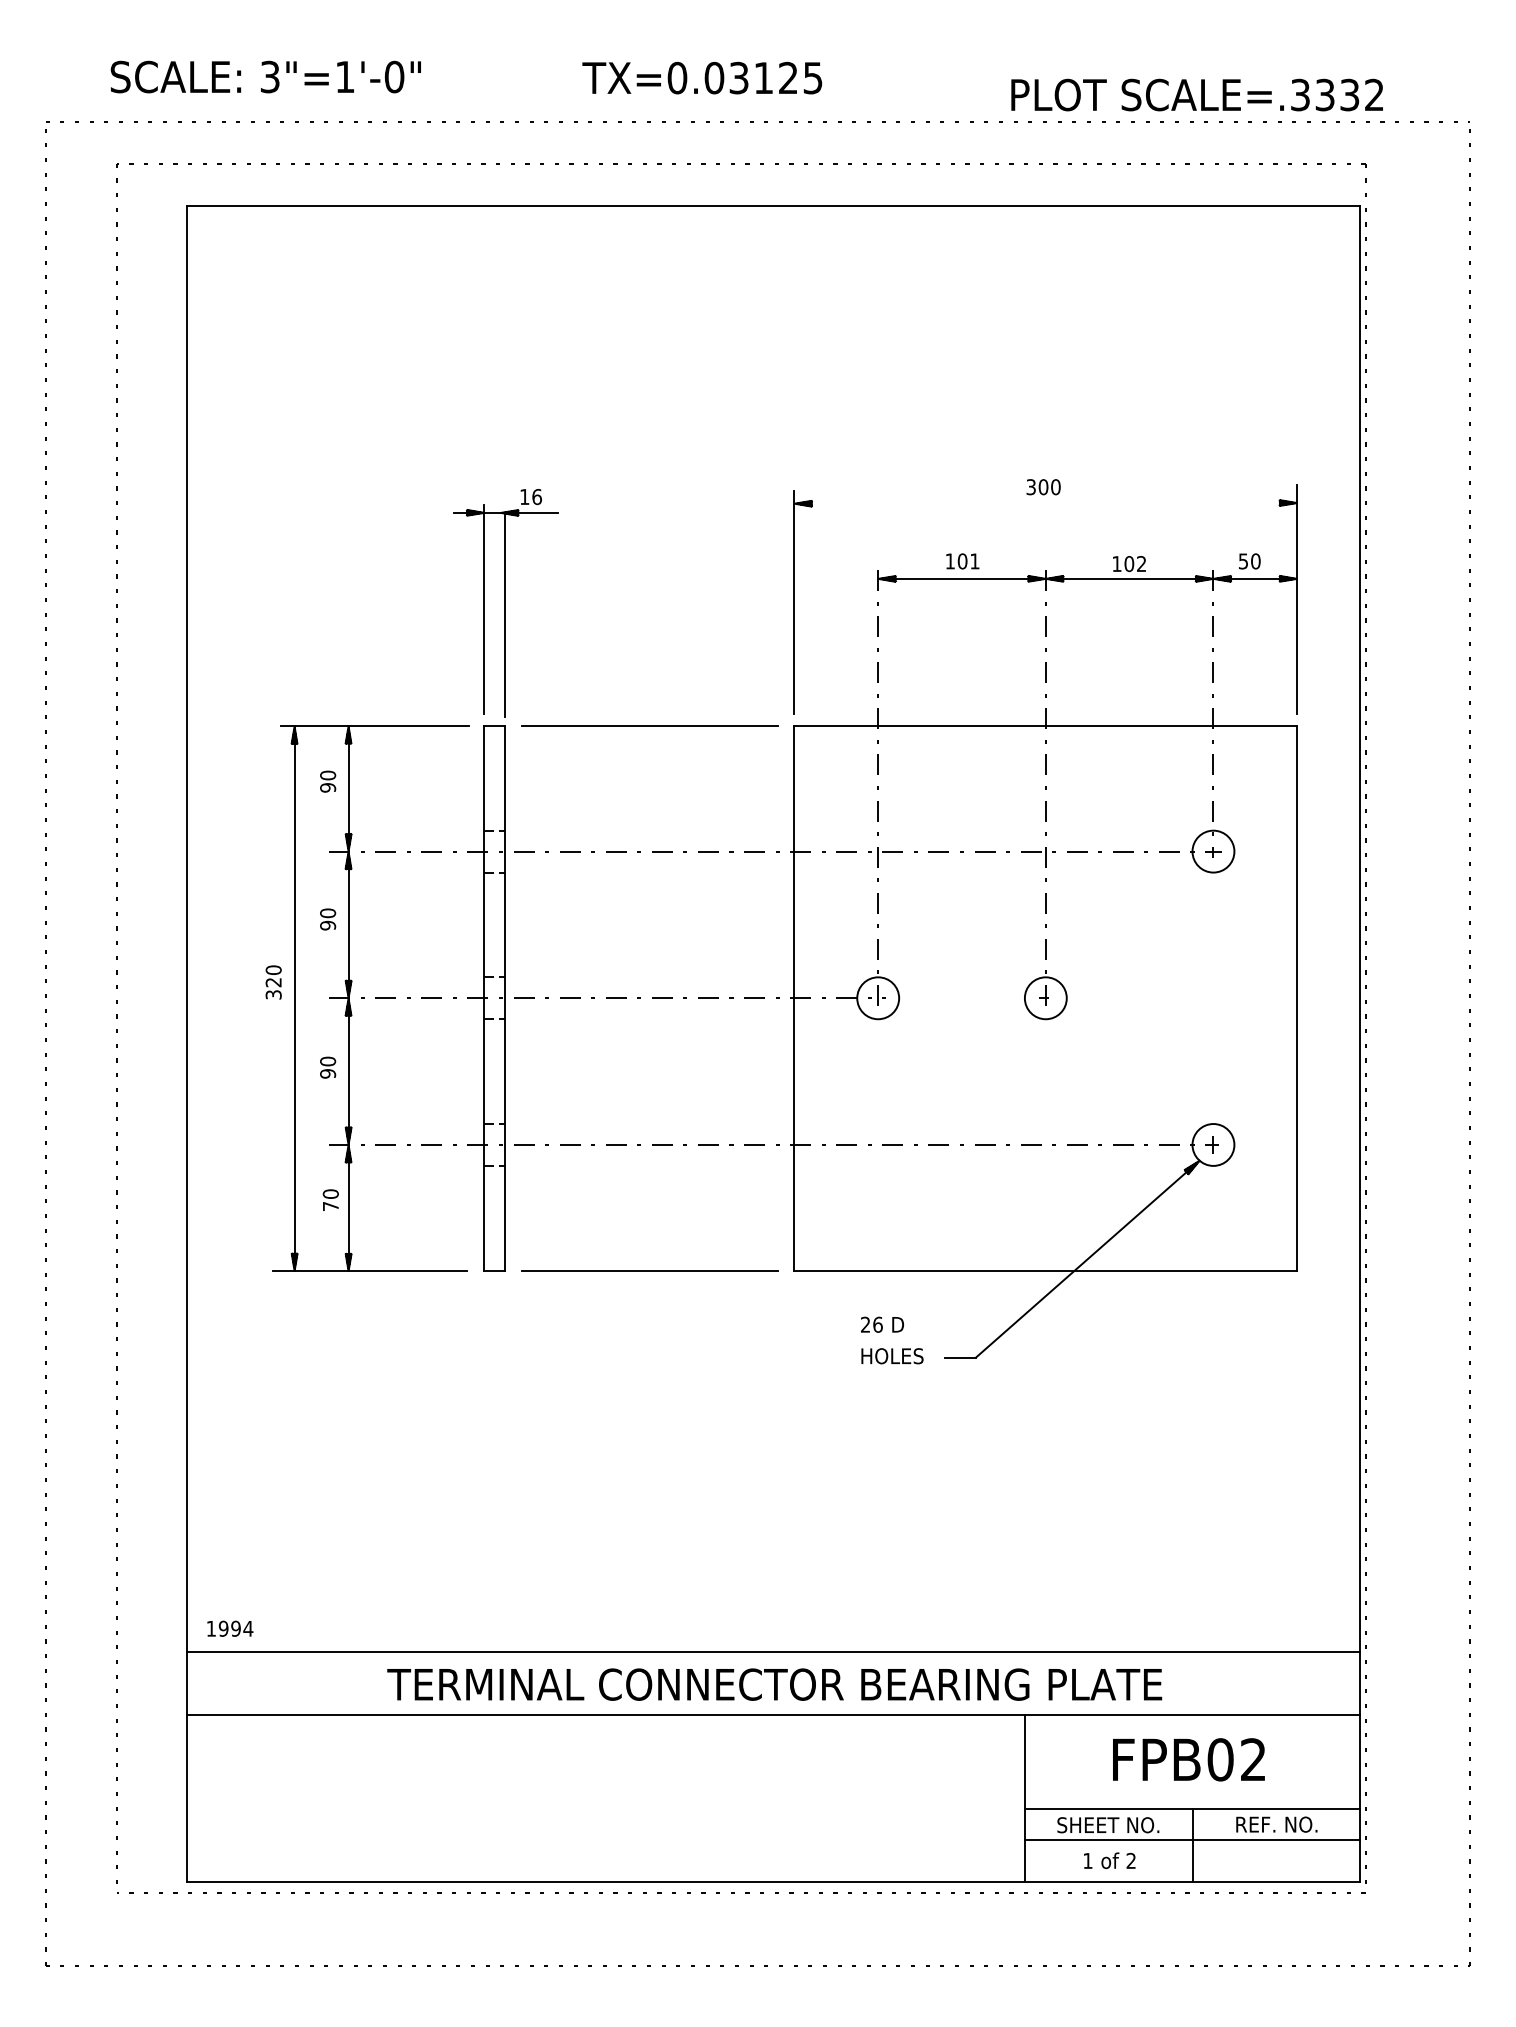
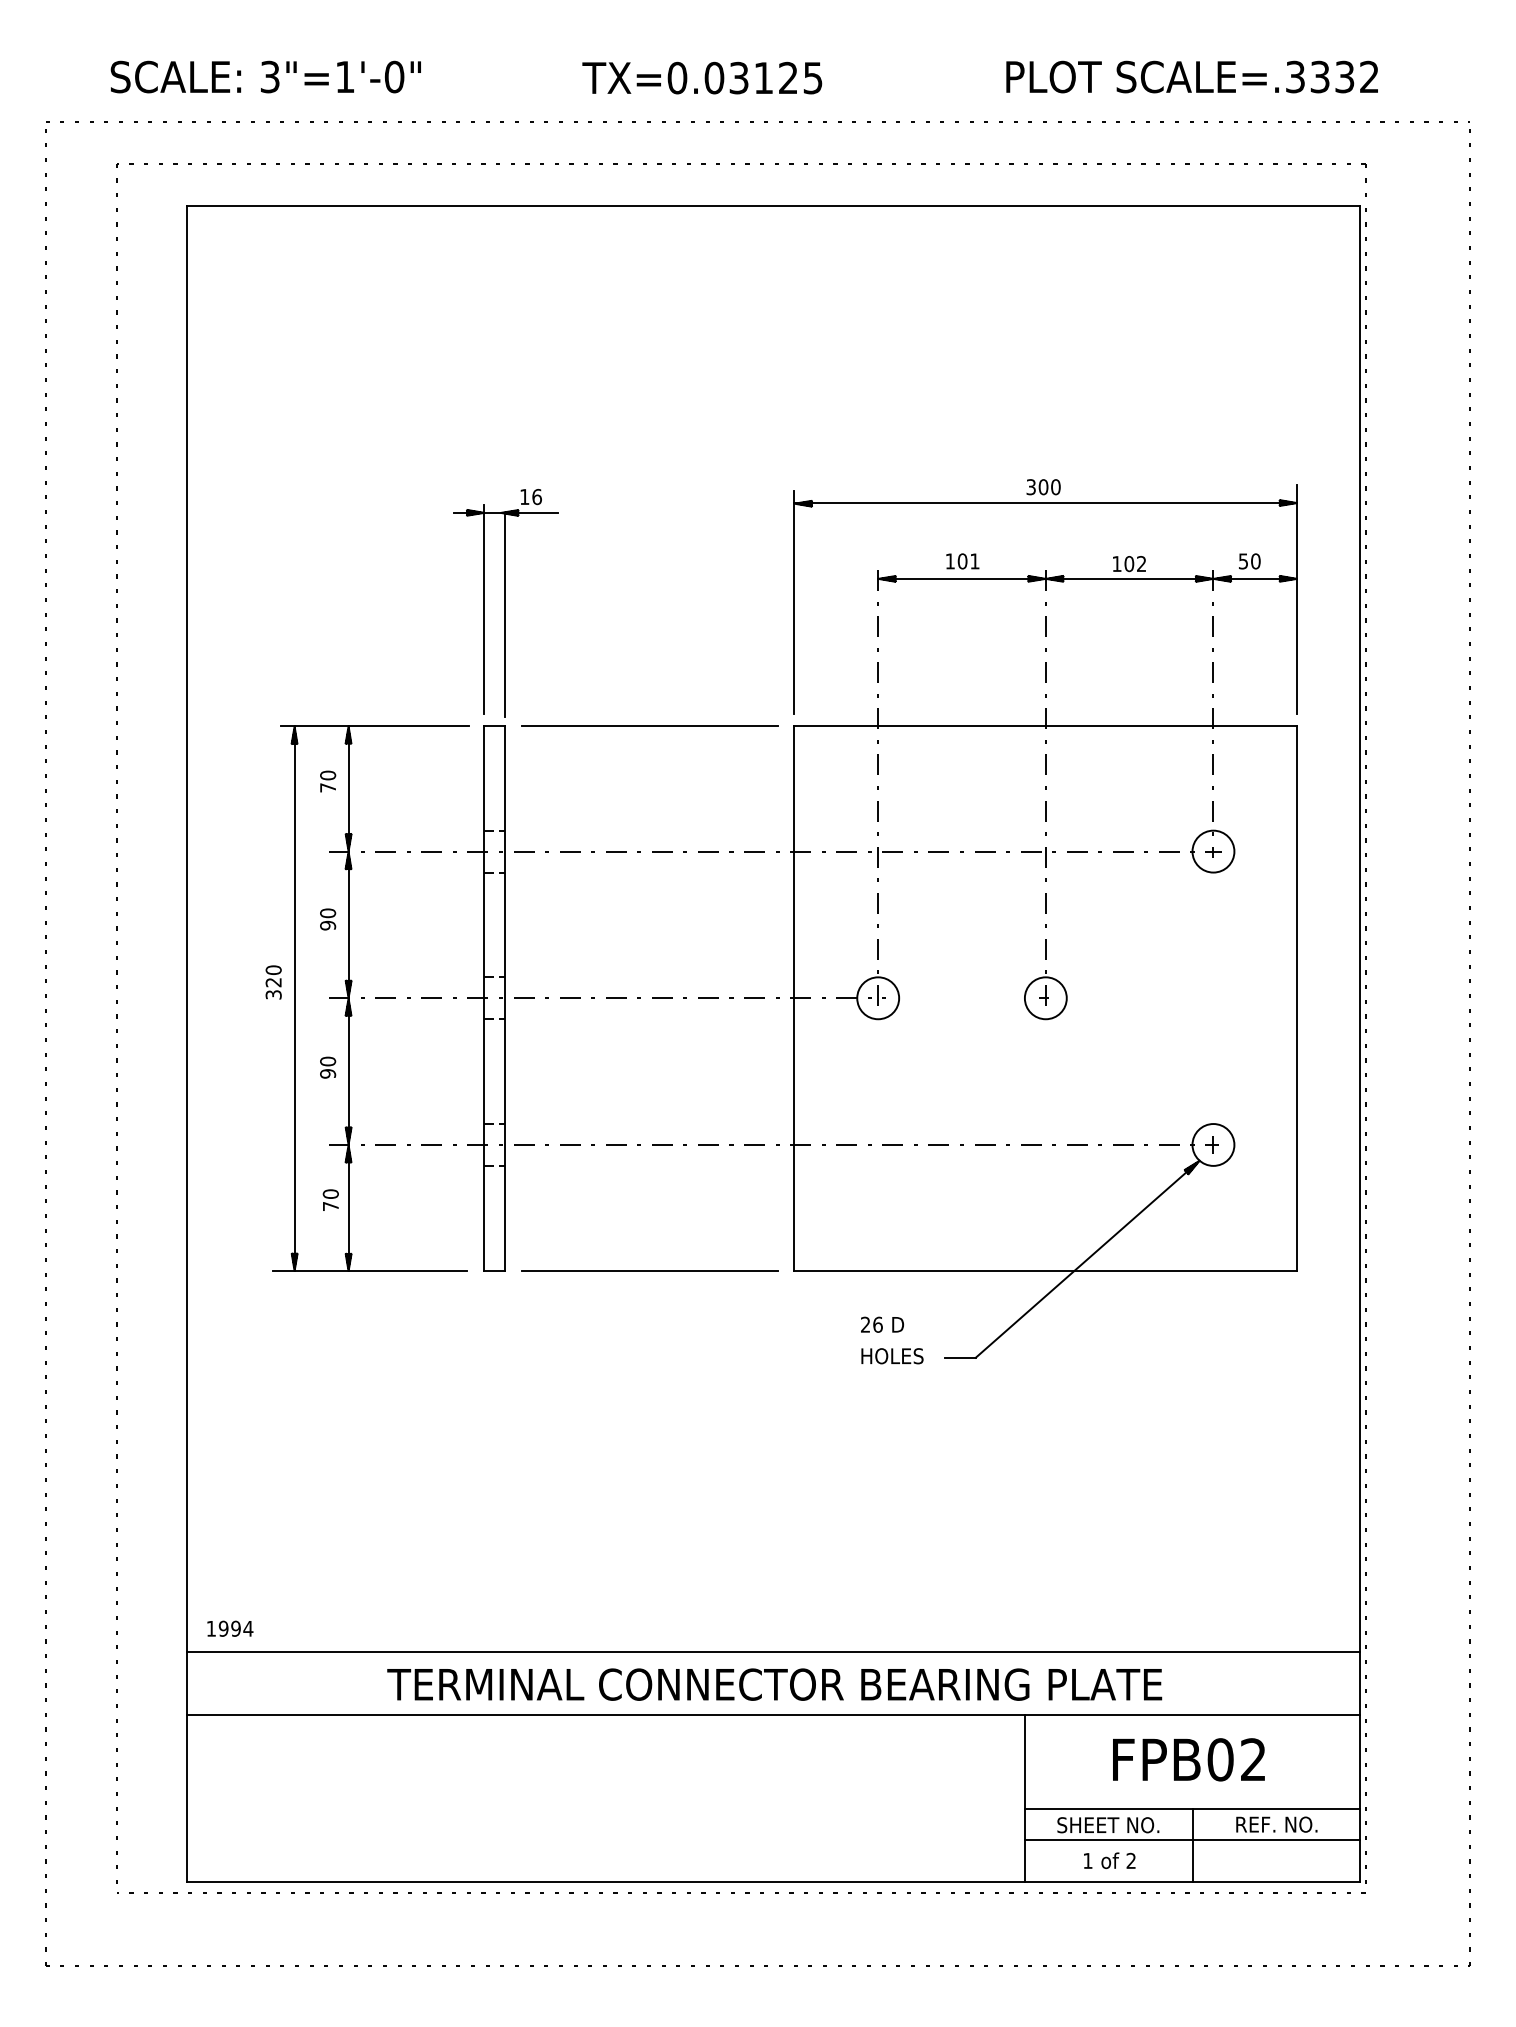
text at (1196, 94) position: (1196, 94) -> (1191, 76)
line at (1045, 503): none -> present
text at (328, 787): 90 -> 70
